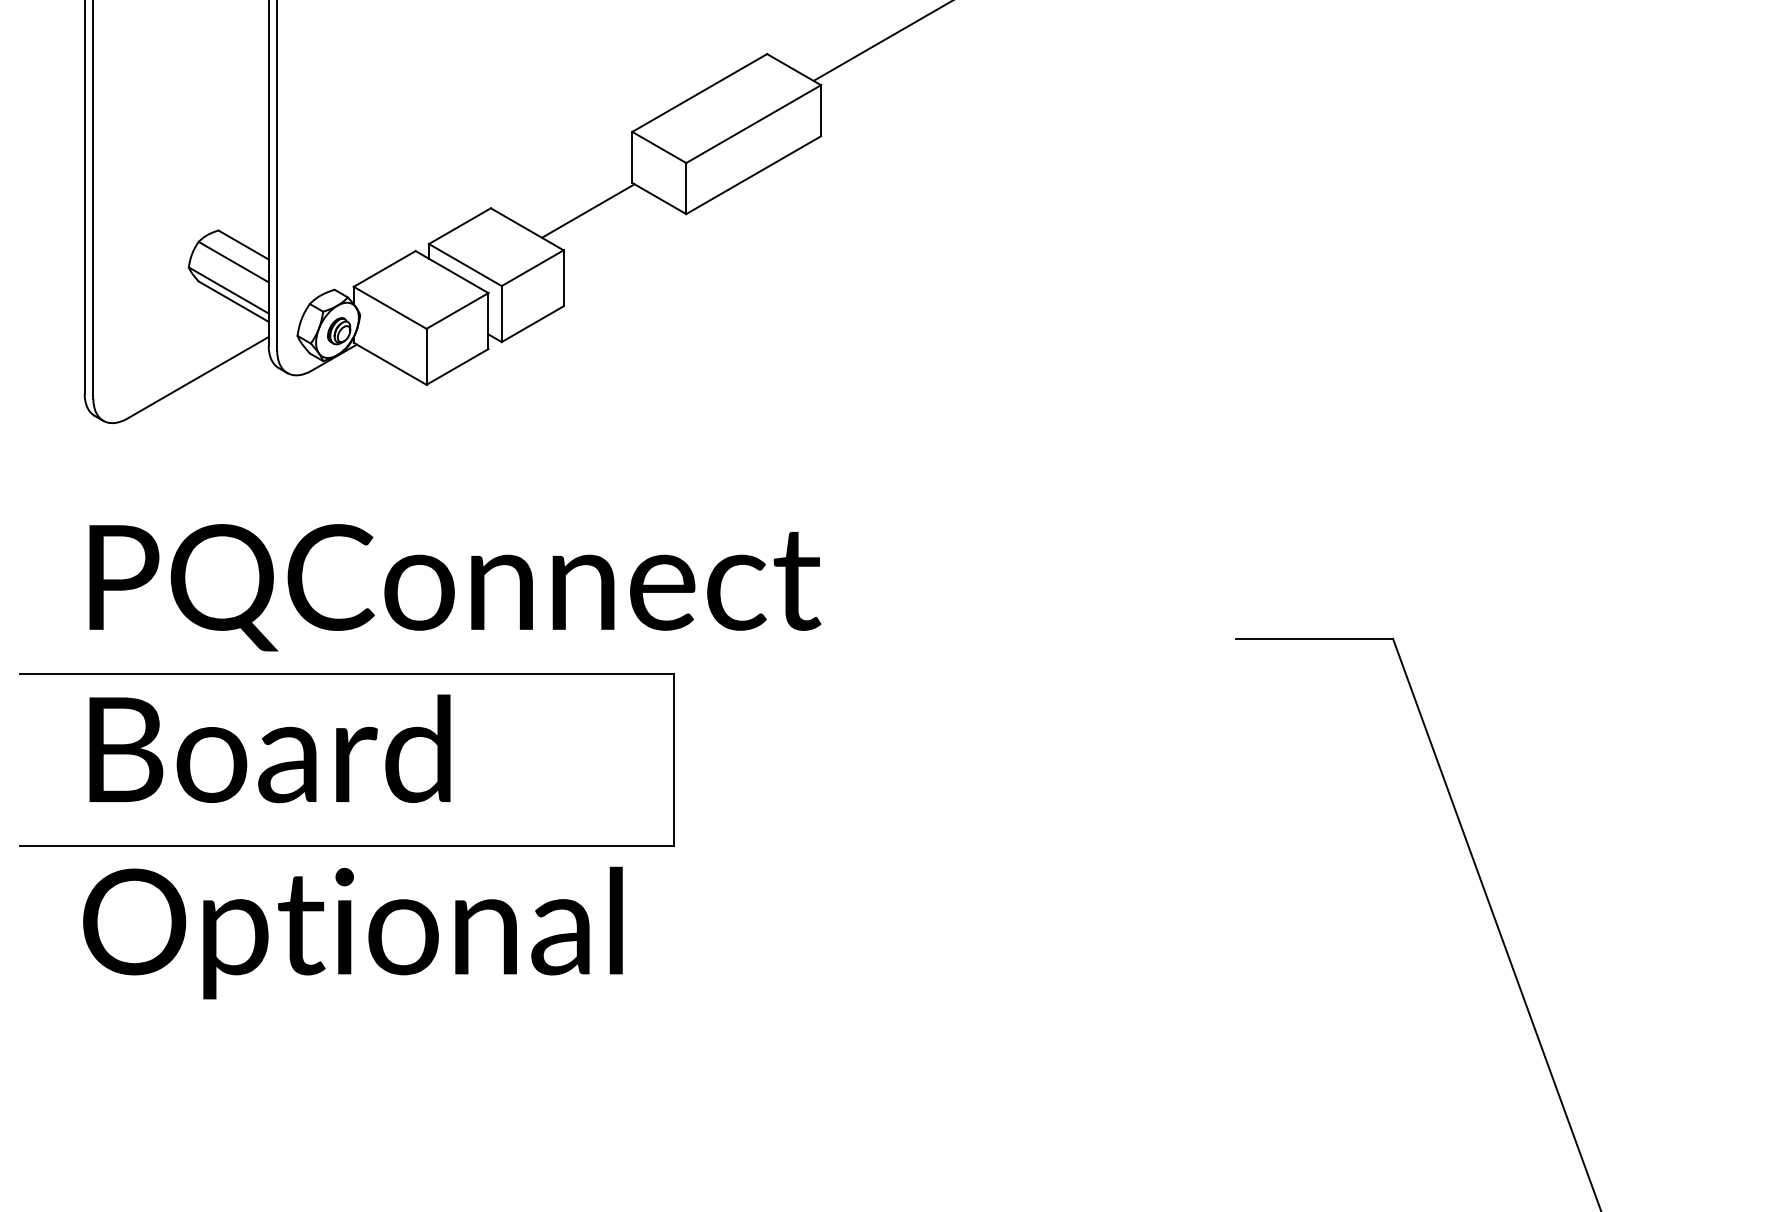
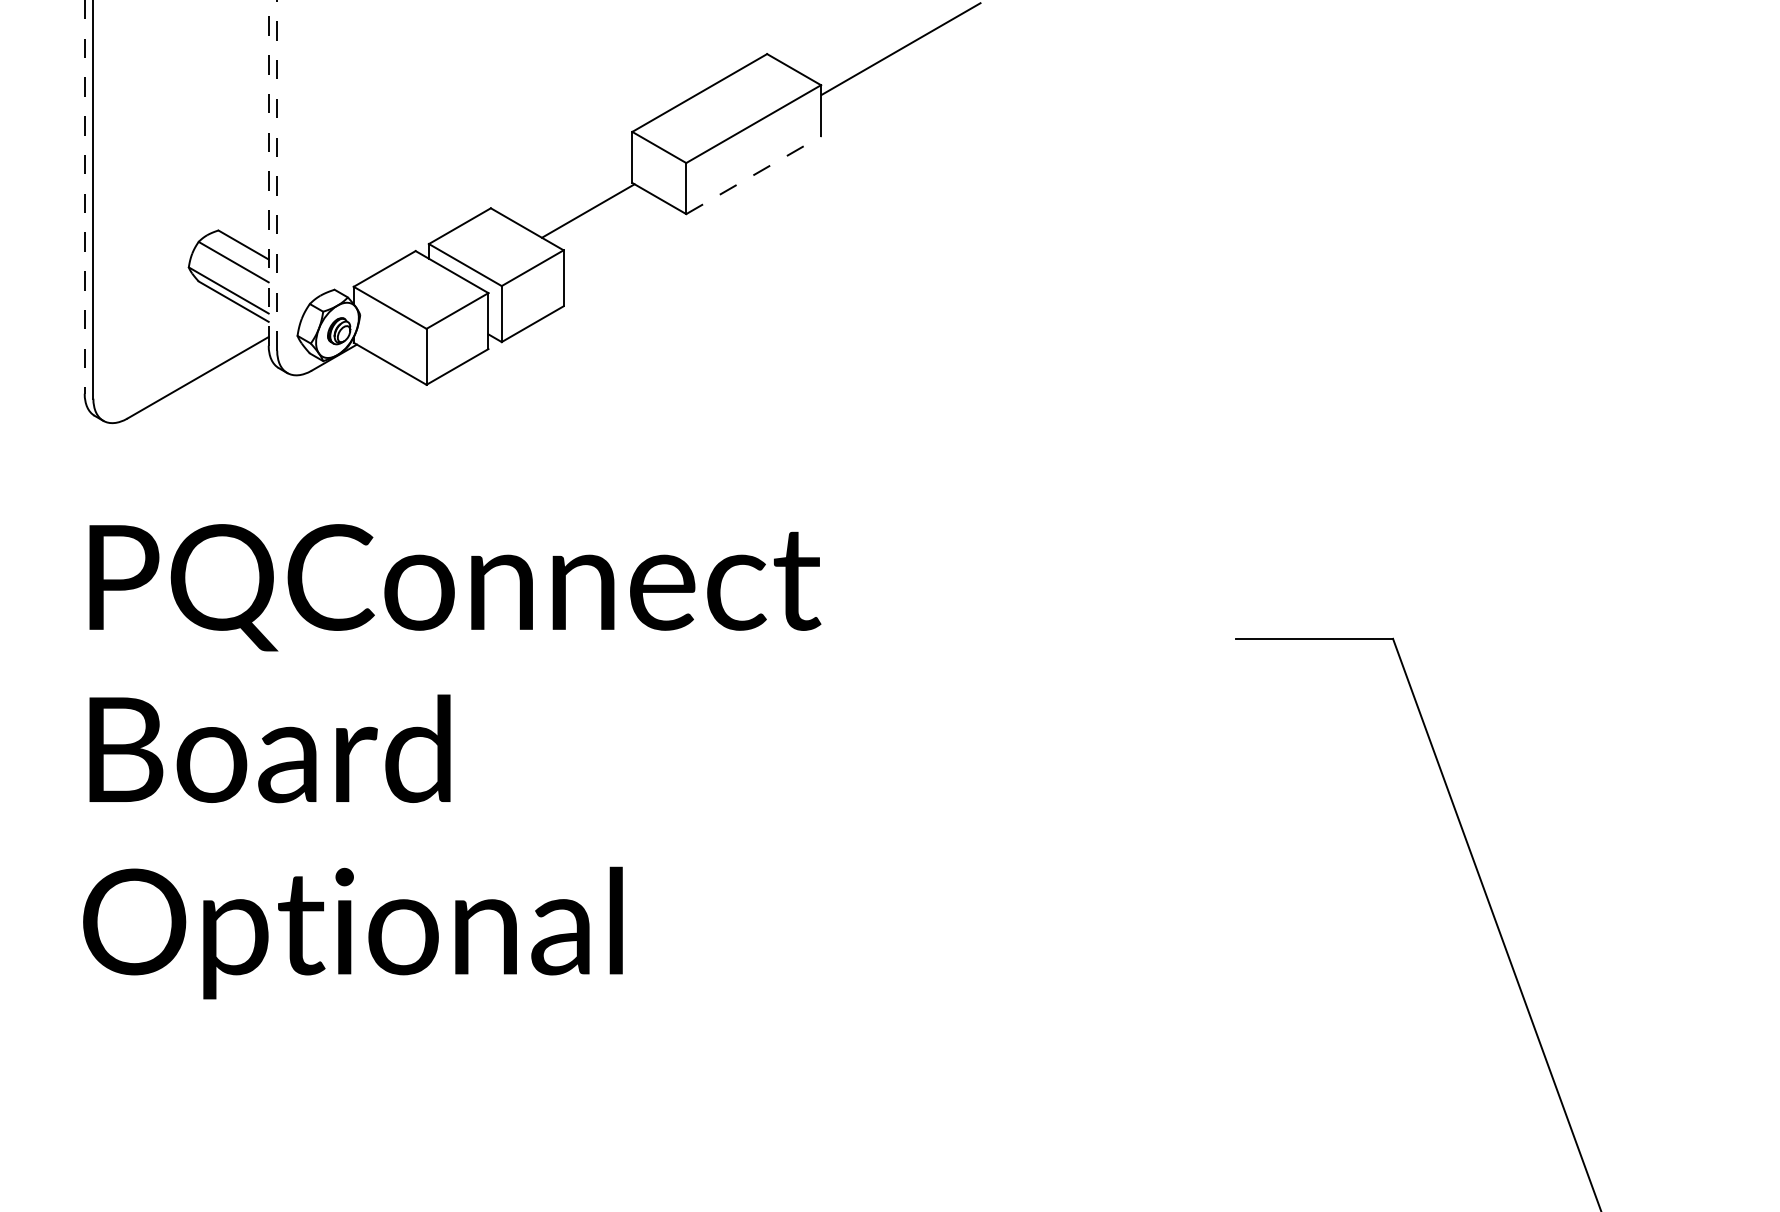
line at (881, 41) position: (881, 41) -> (900, 48)
line at (268, 172): solid -> dashed
line at (277, 175): solid -> dashed
line at (753, 175): solid -> dashed
line at (84, 197): solid -> dashed
part at (346, 674): present -> none
